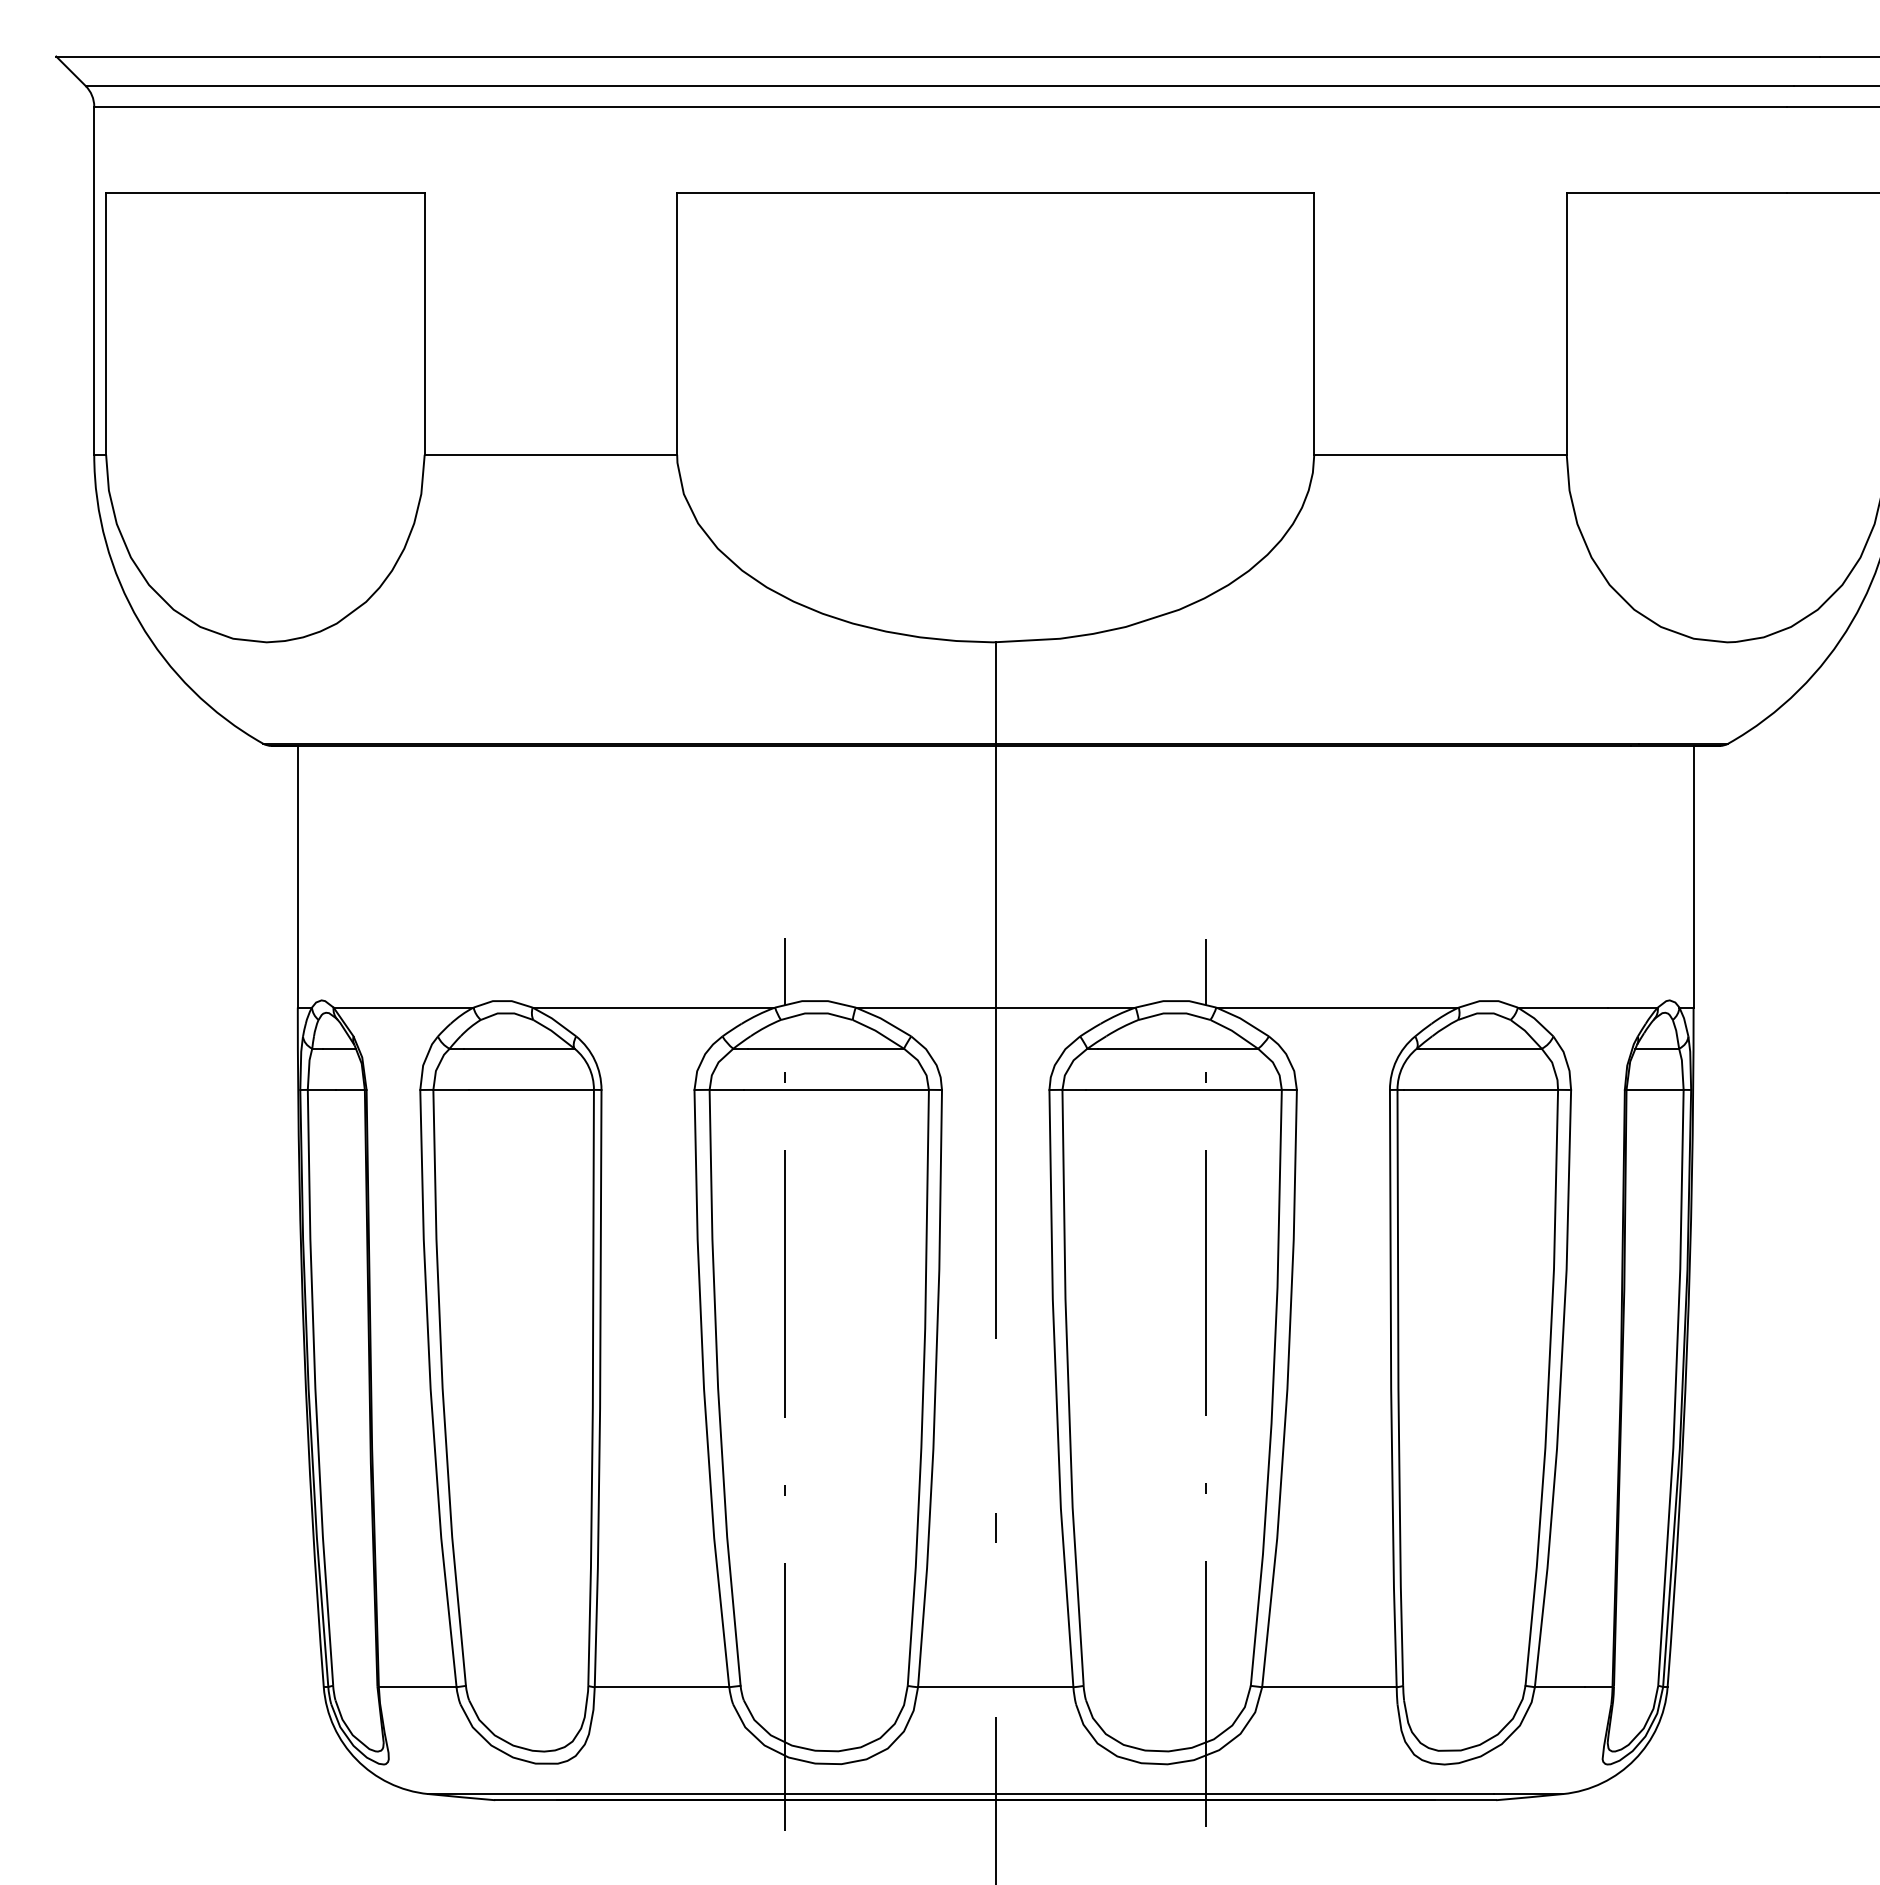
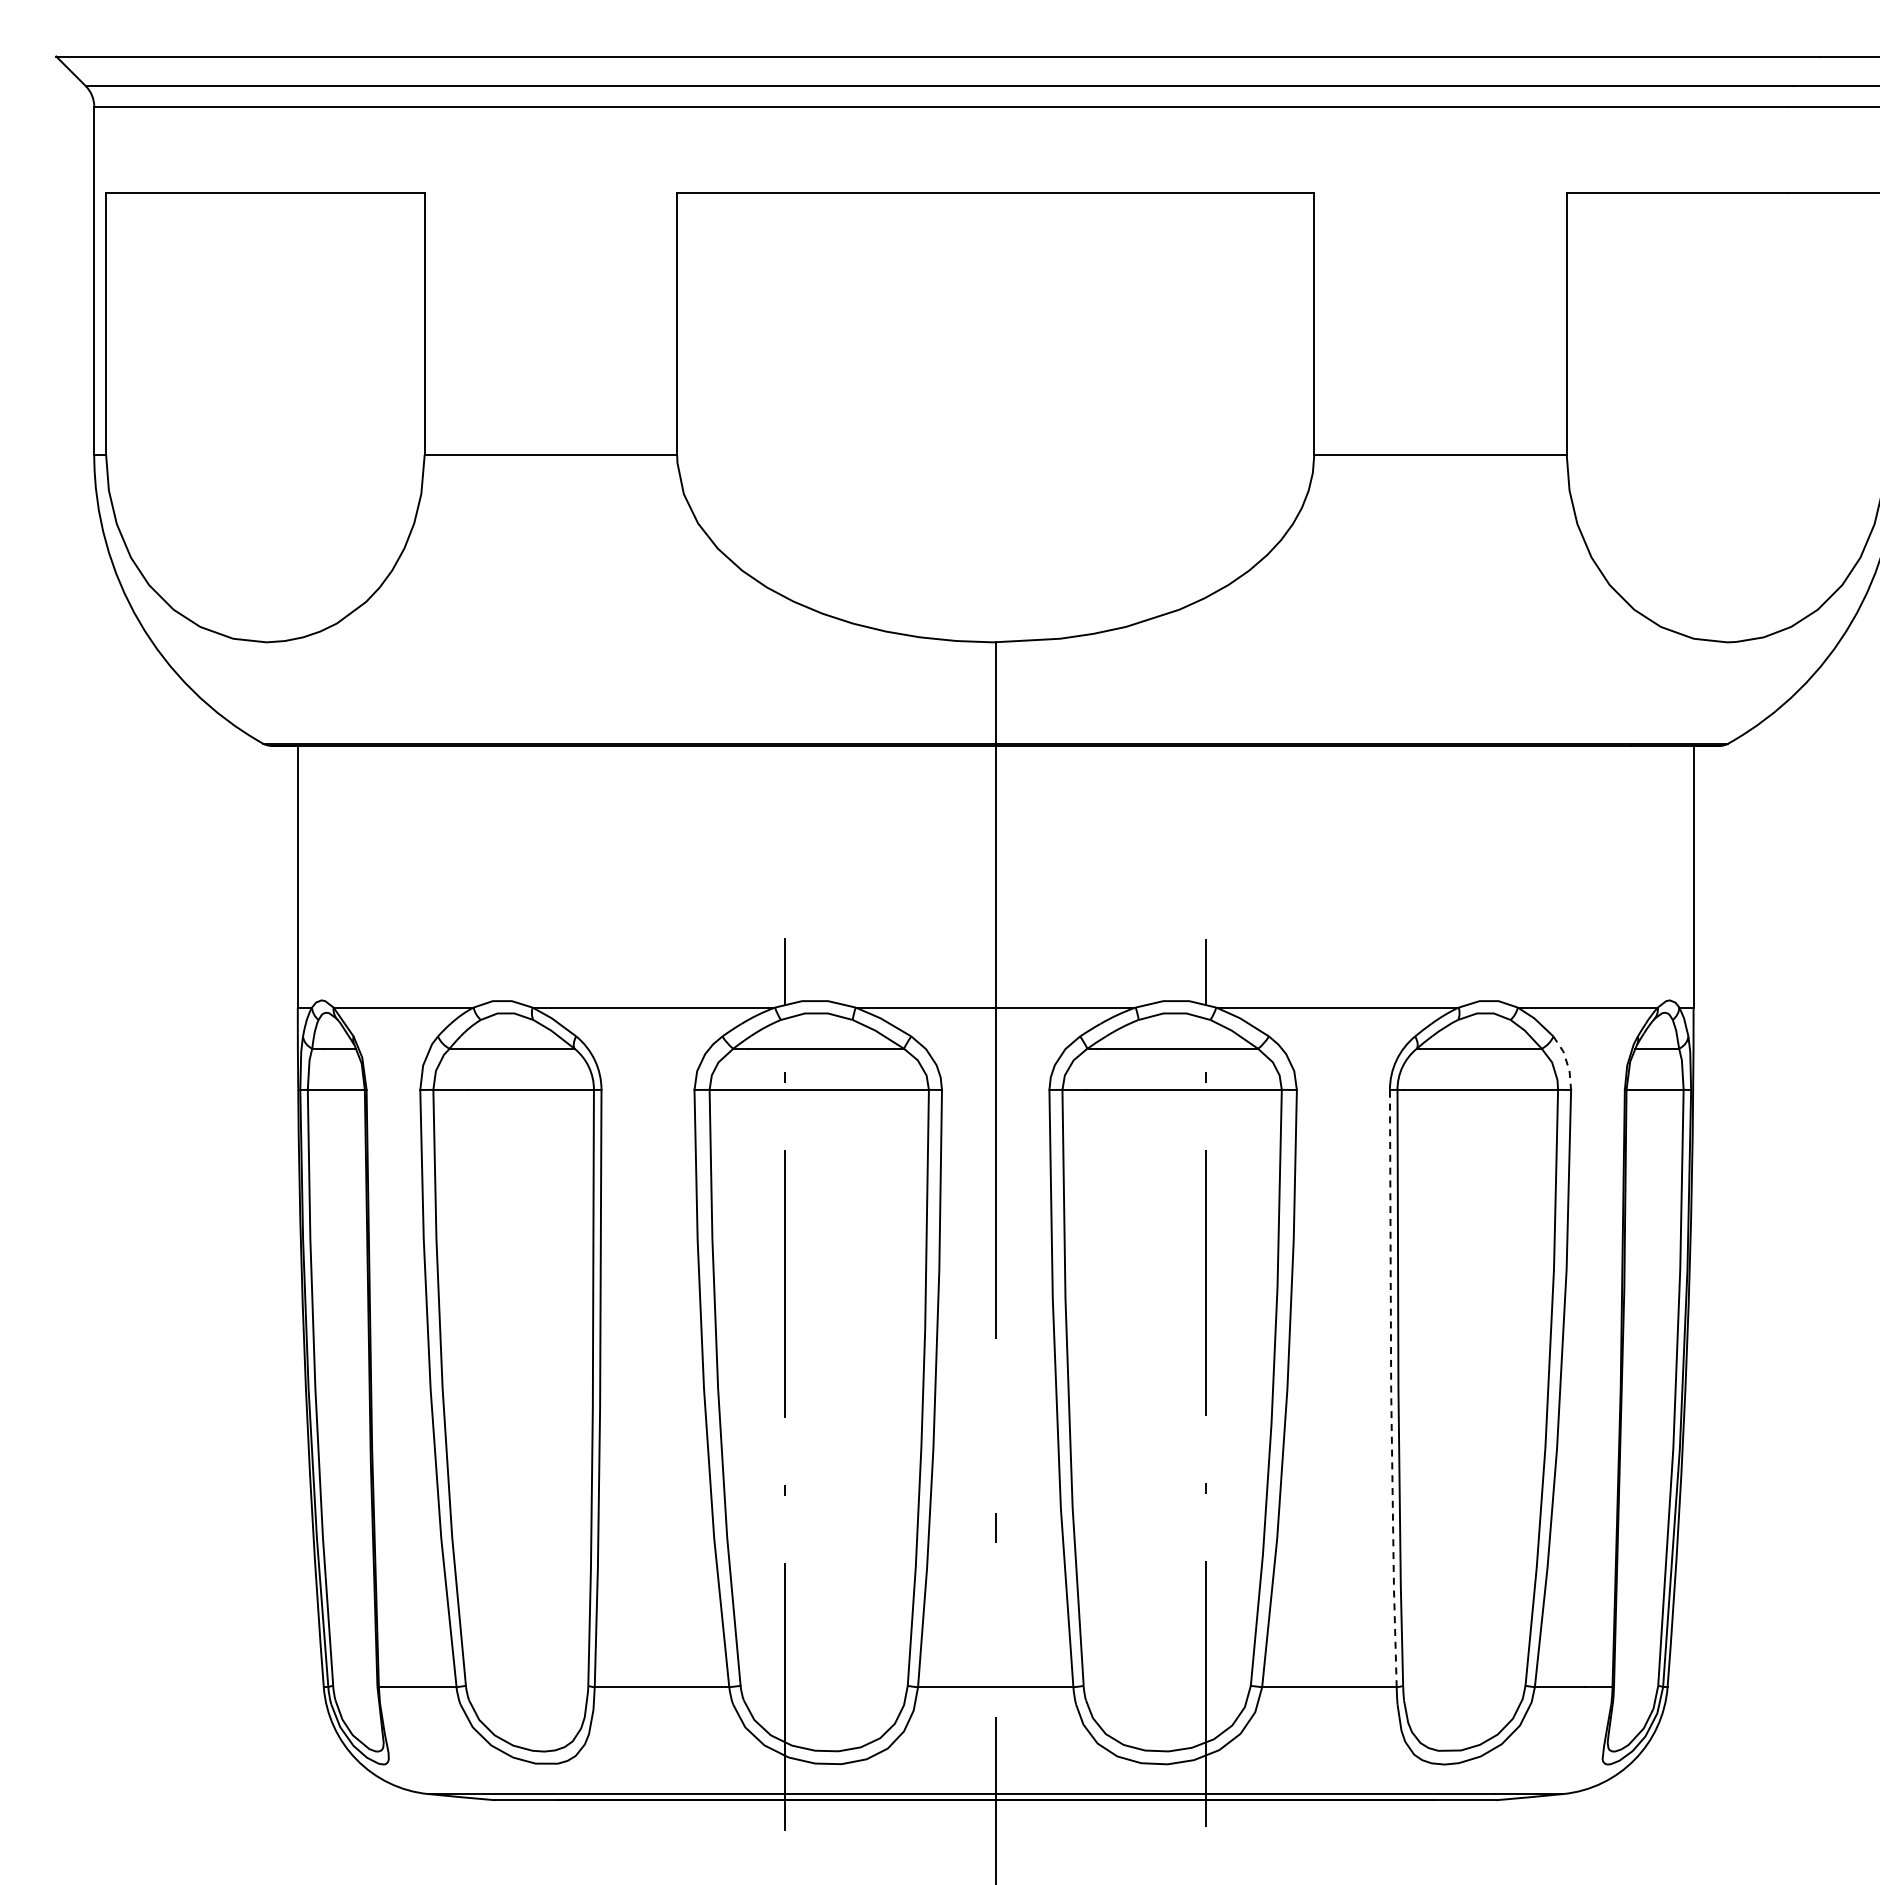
line at (1566, 1061): solid -> dashed
line at (1391, 1389): solid -> dashed
